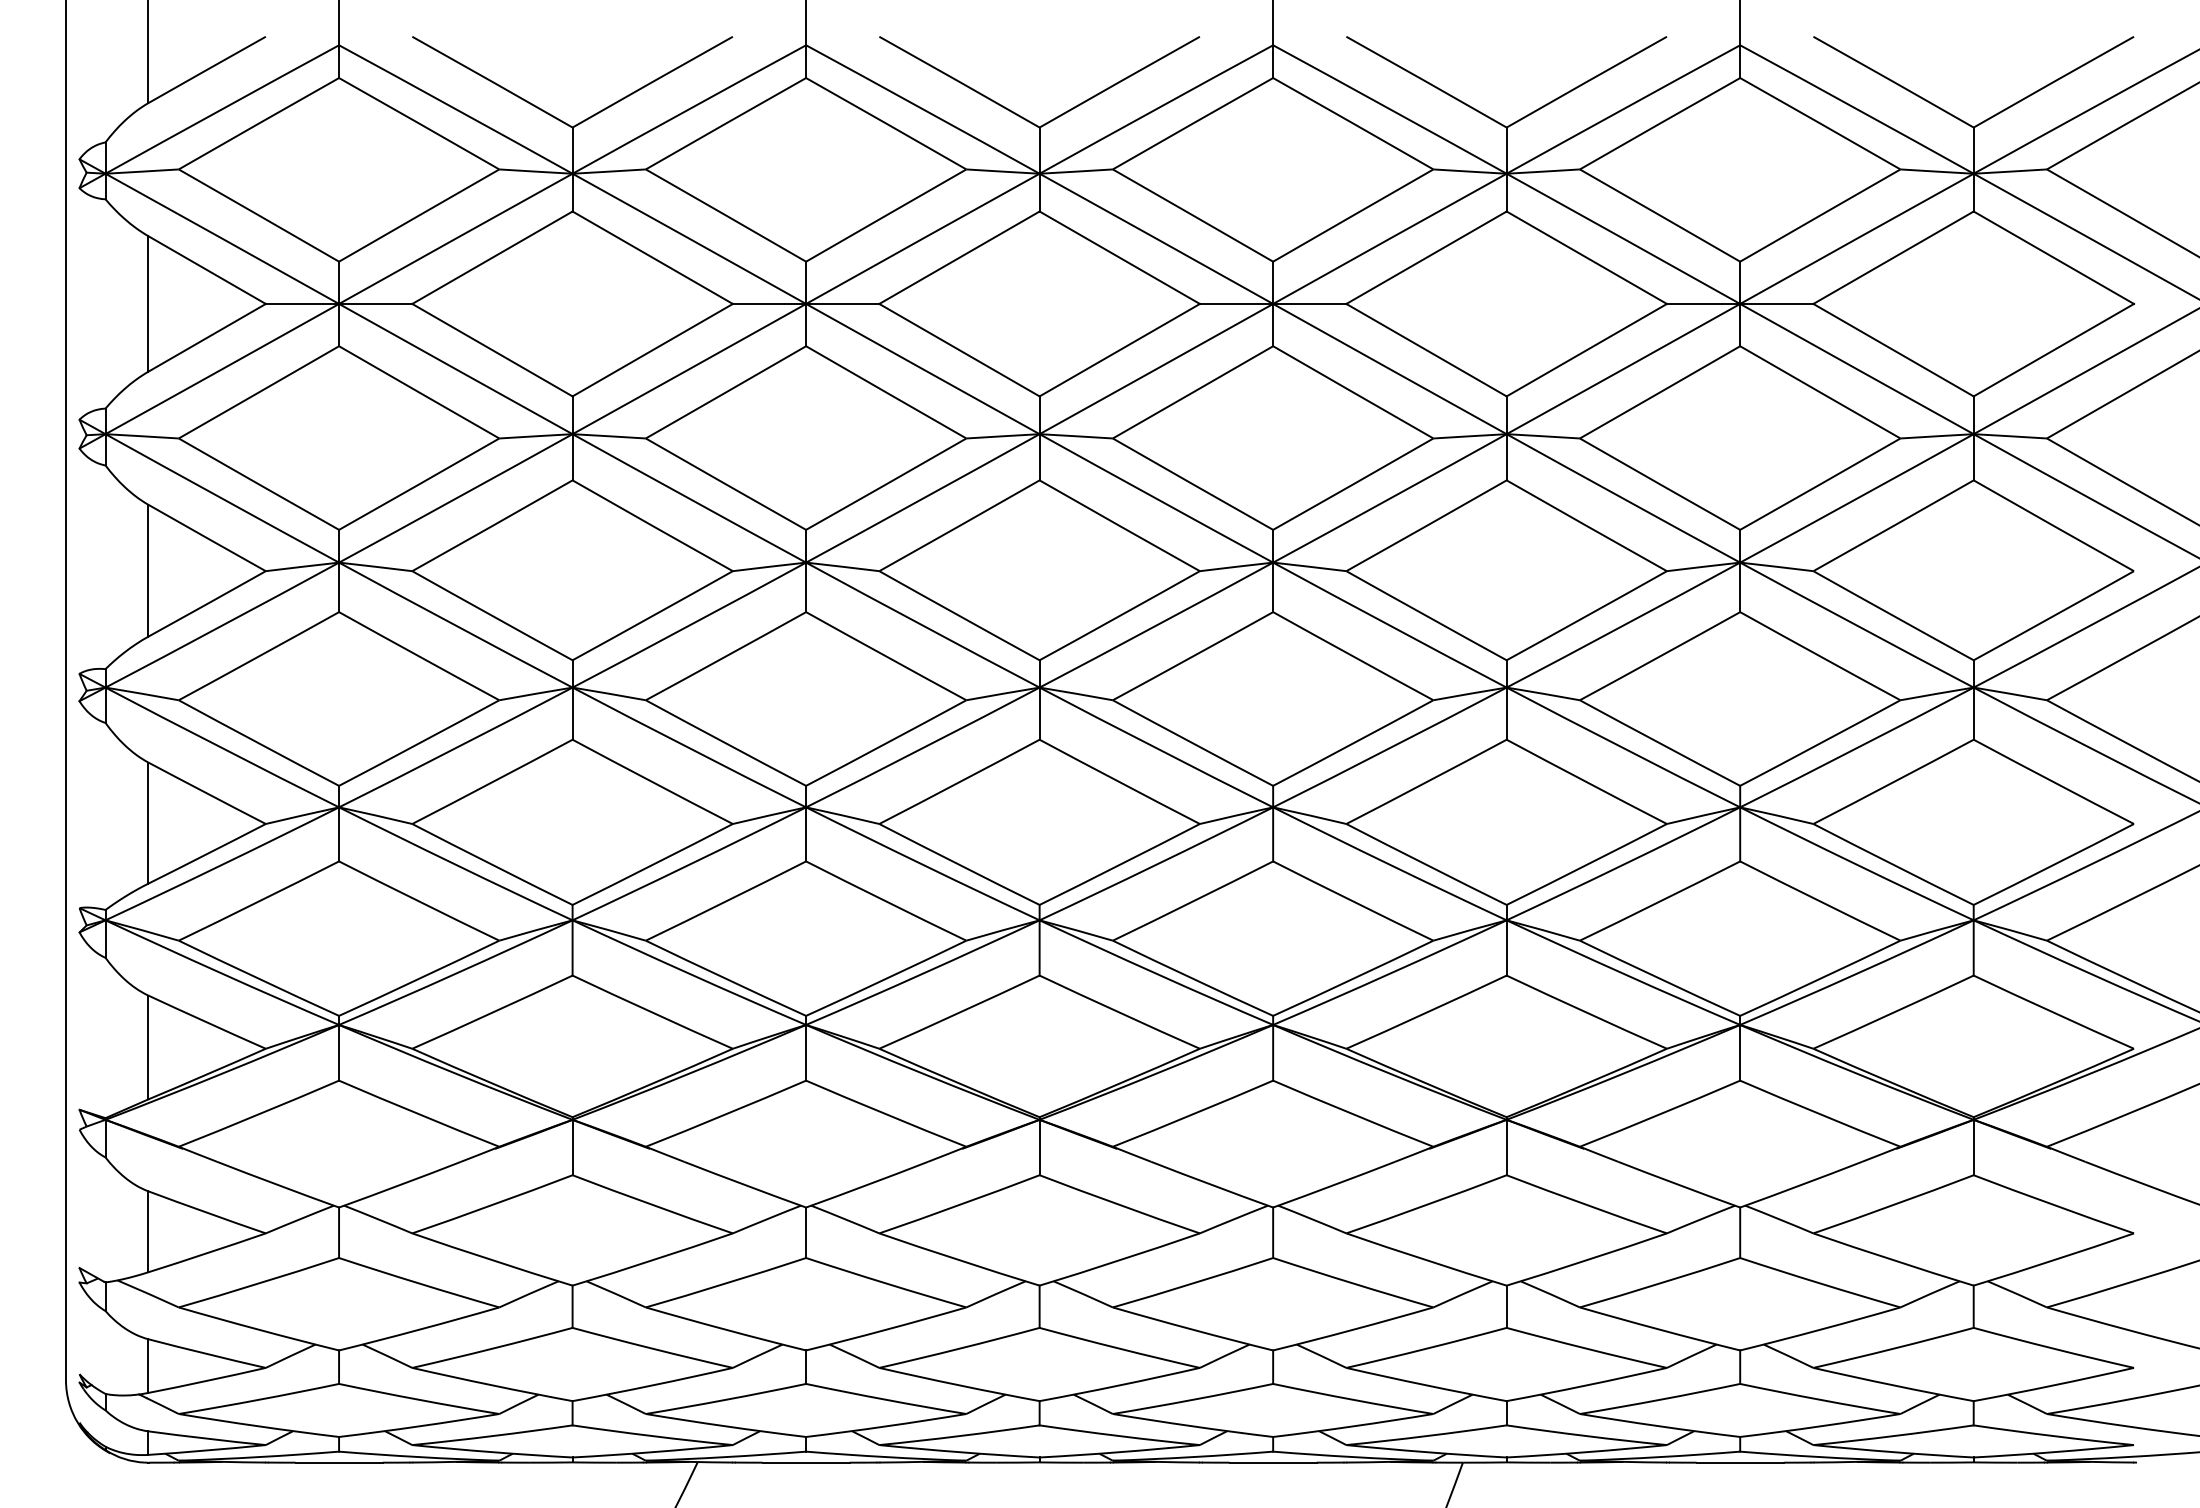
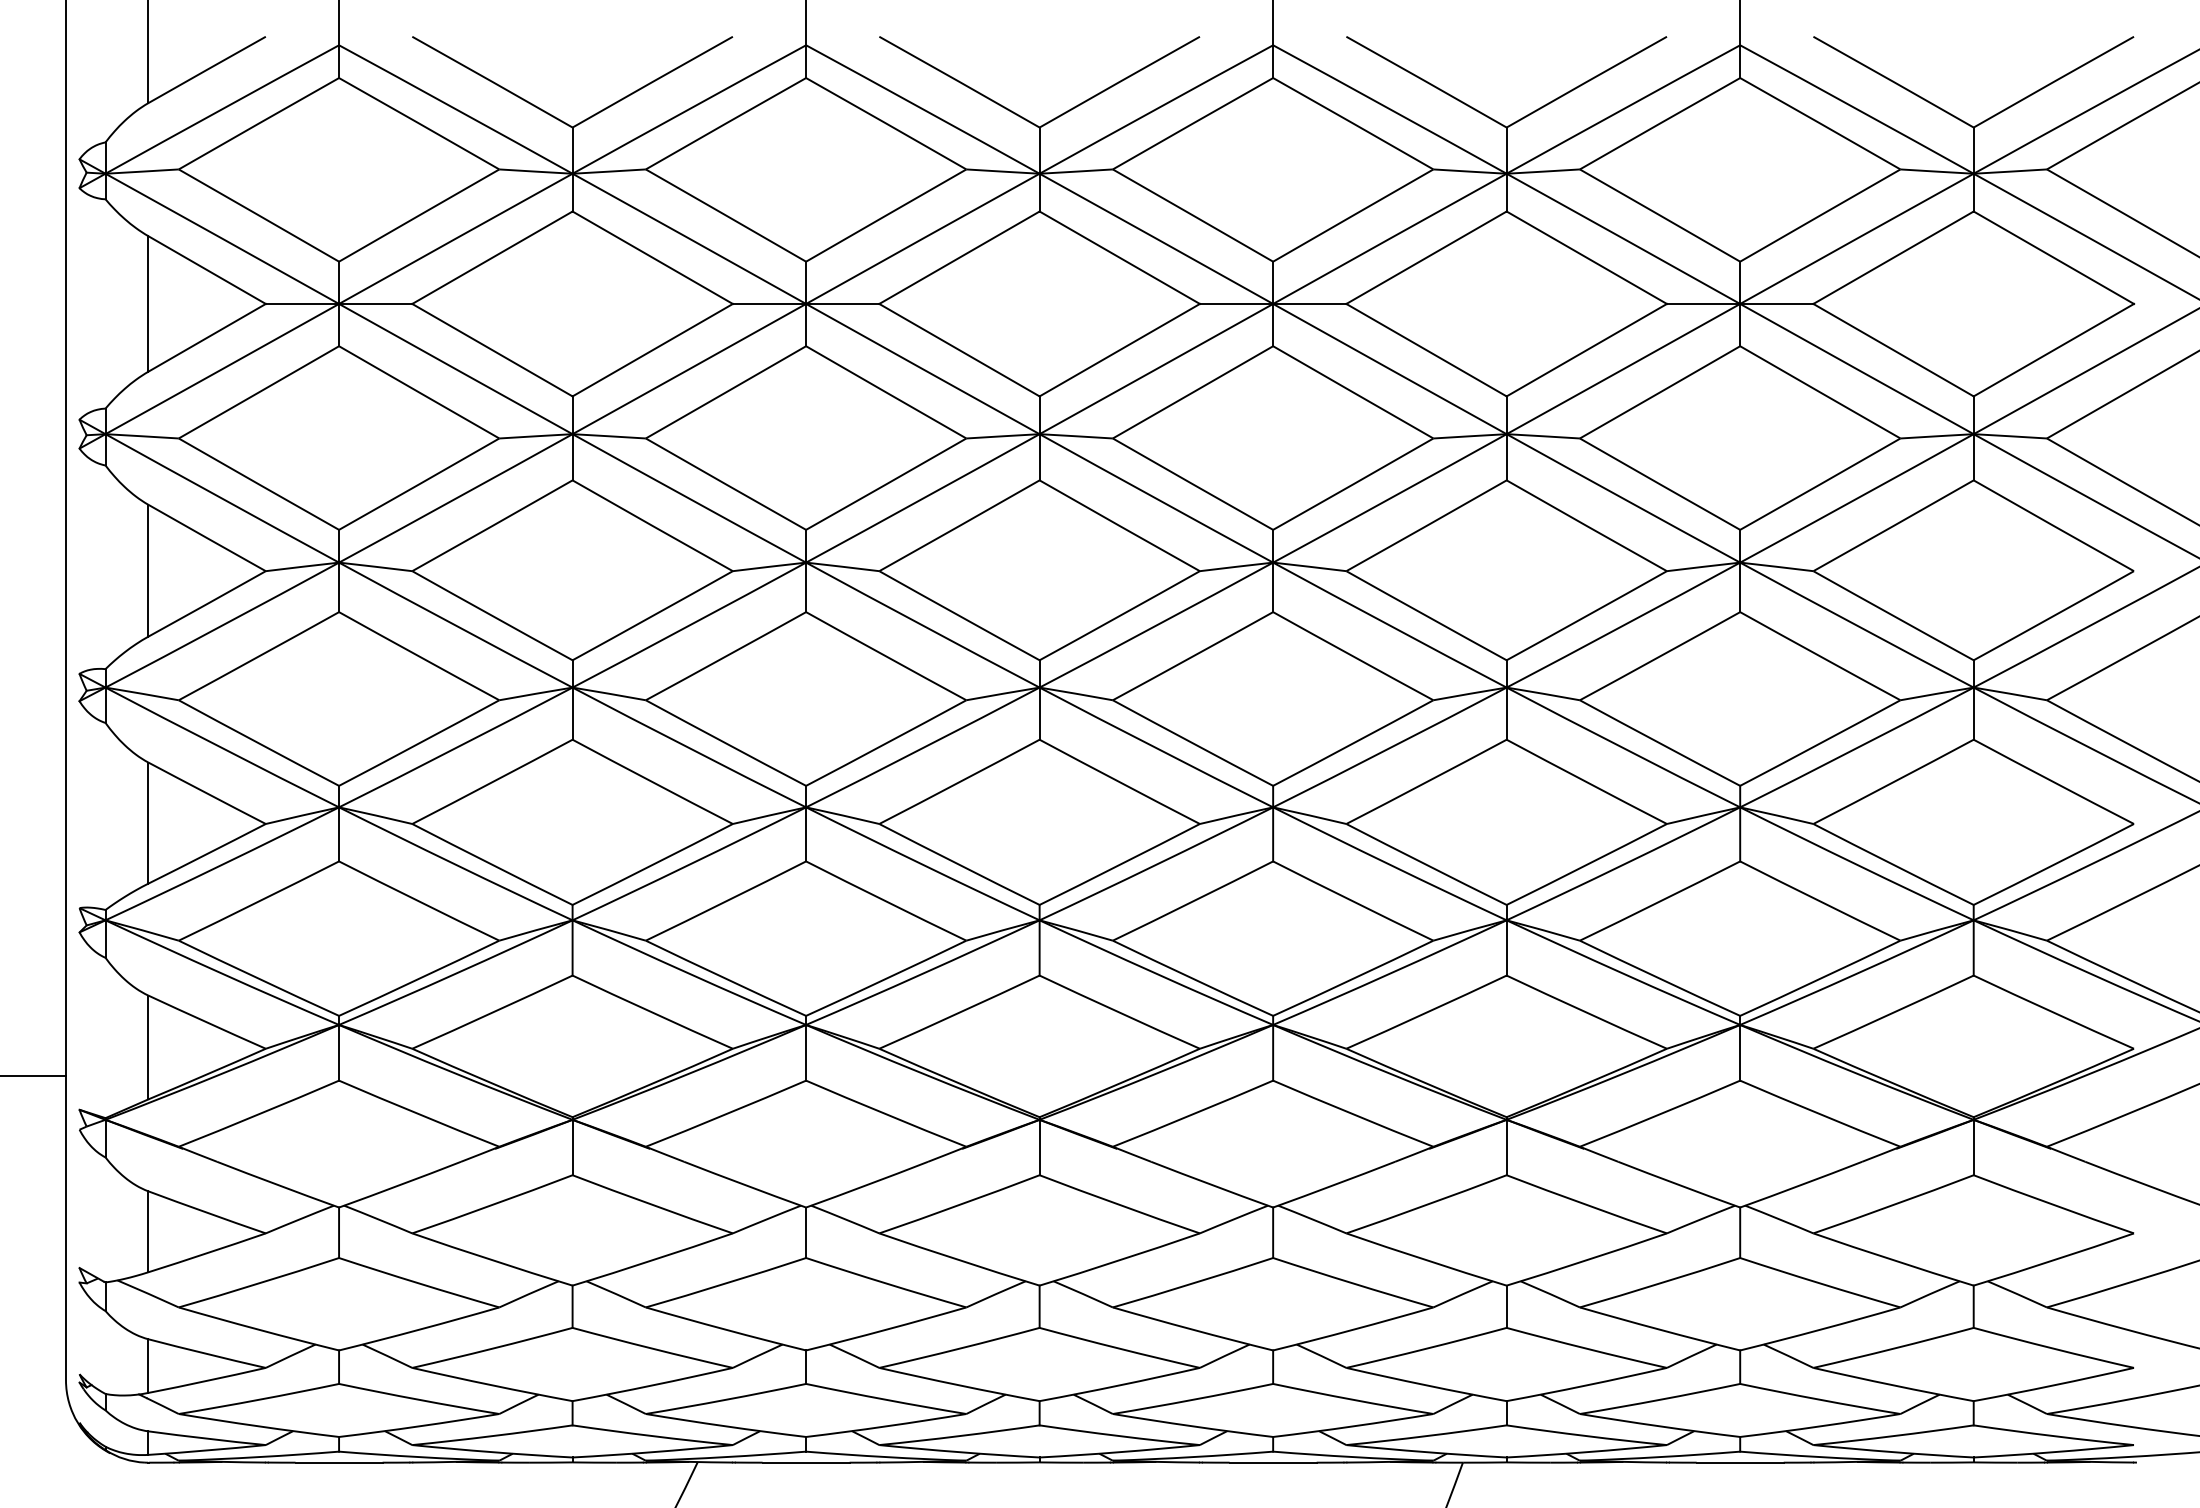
line at (34, 1075): none -> present
